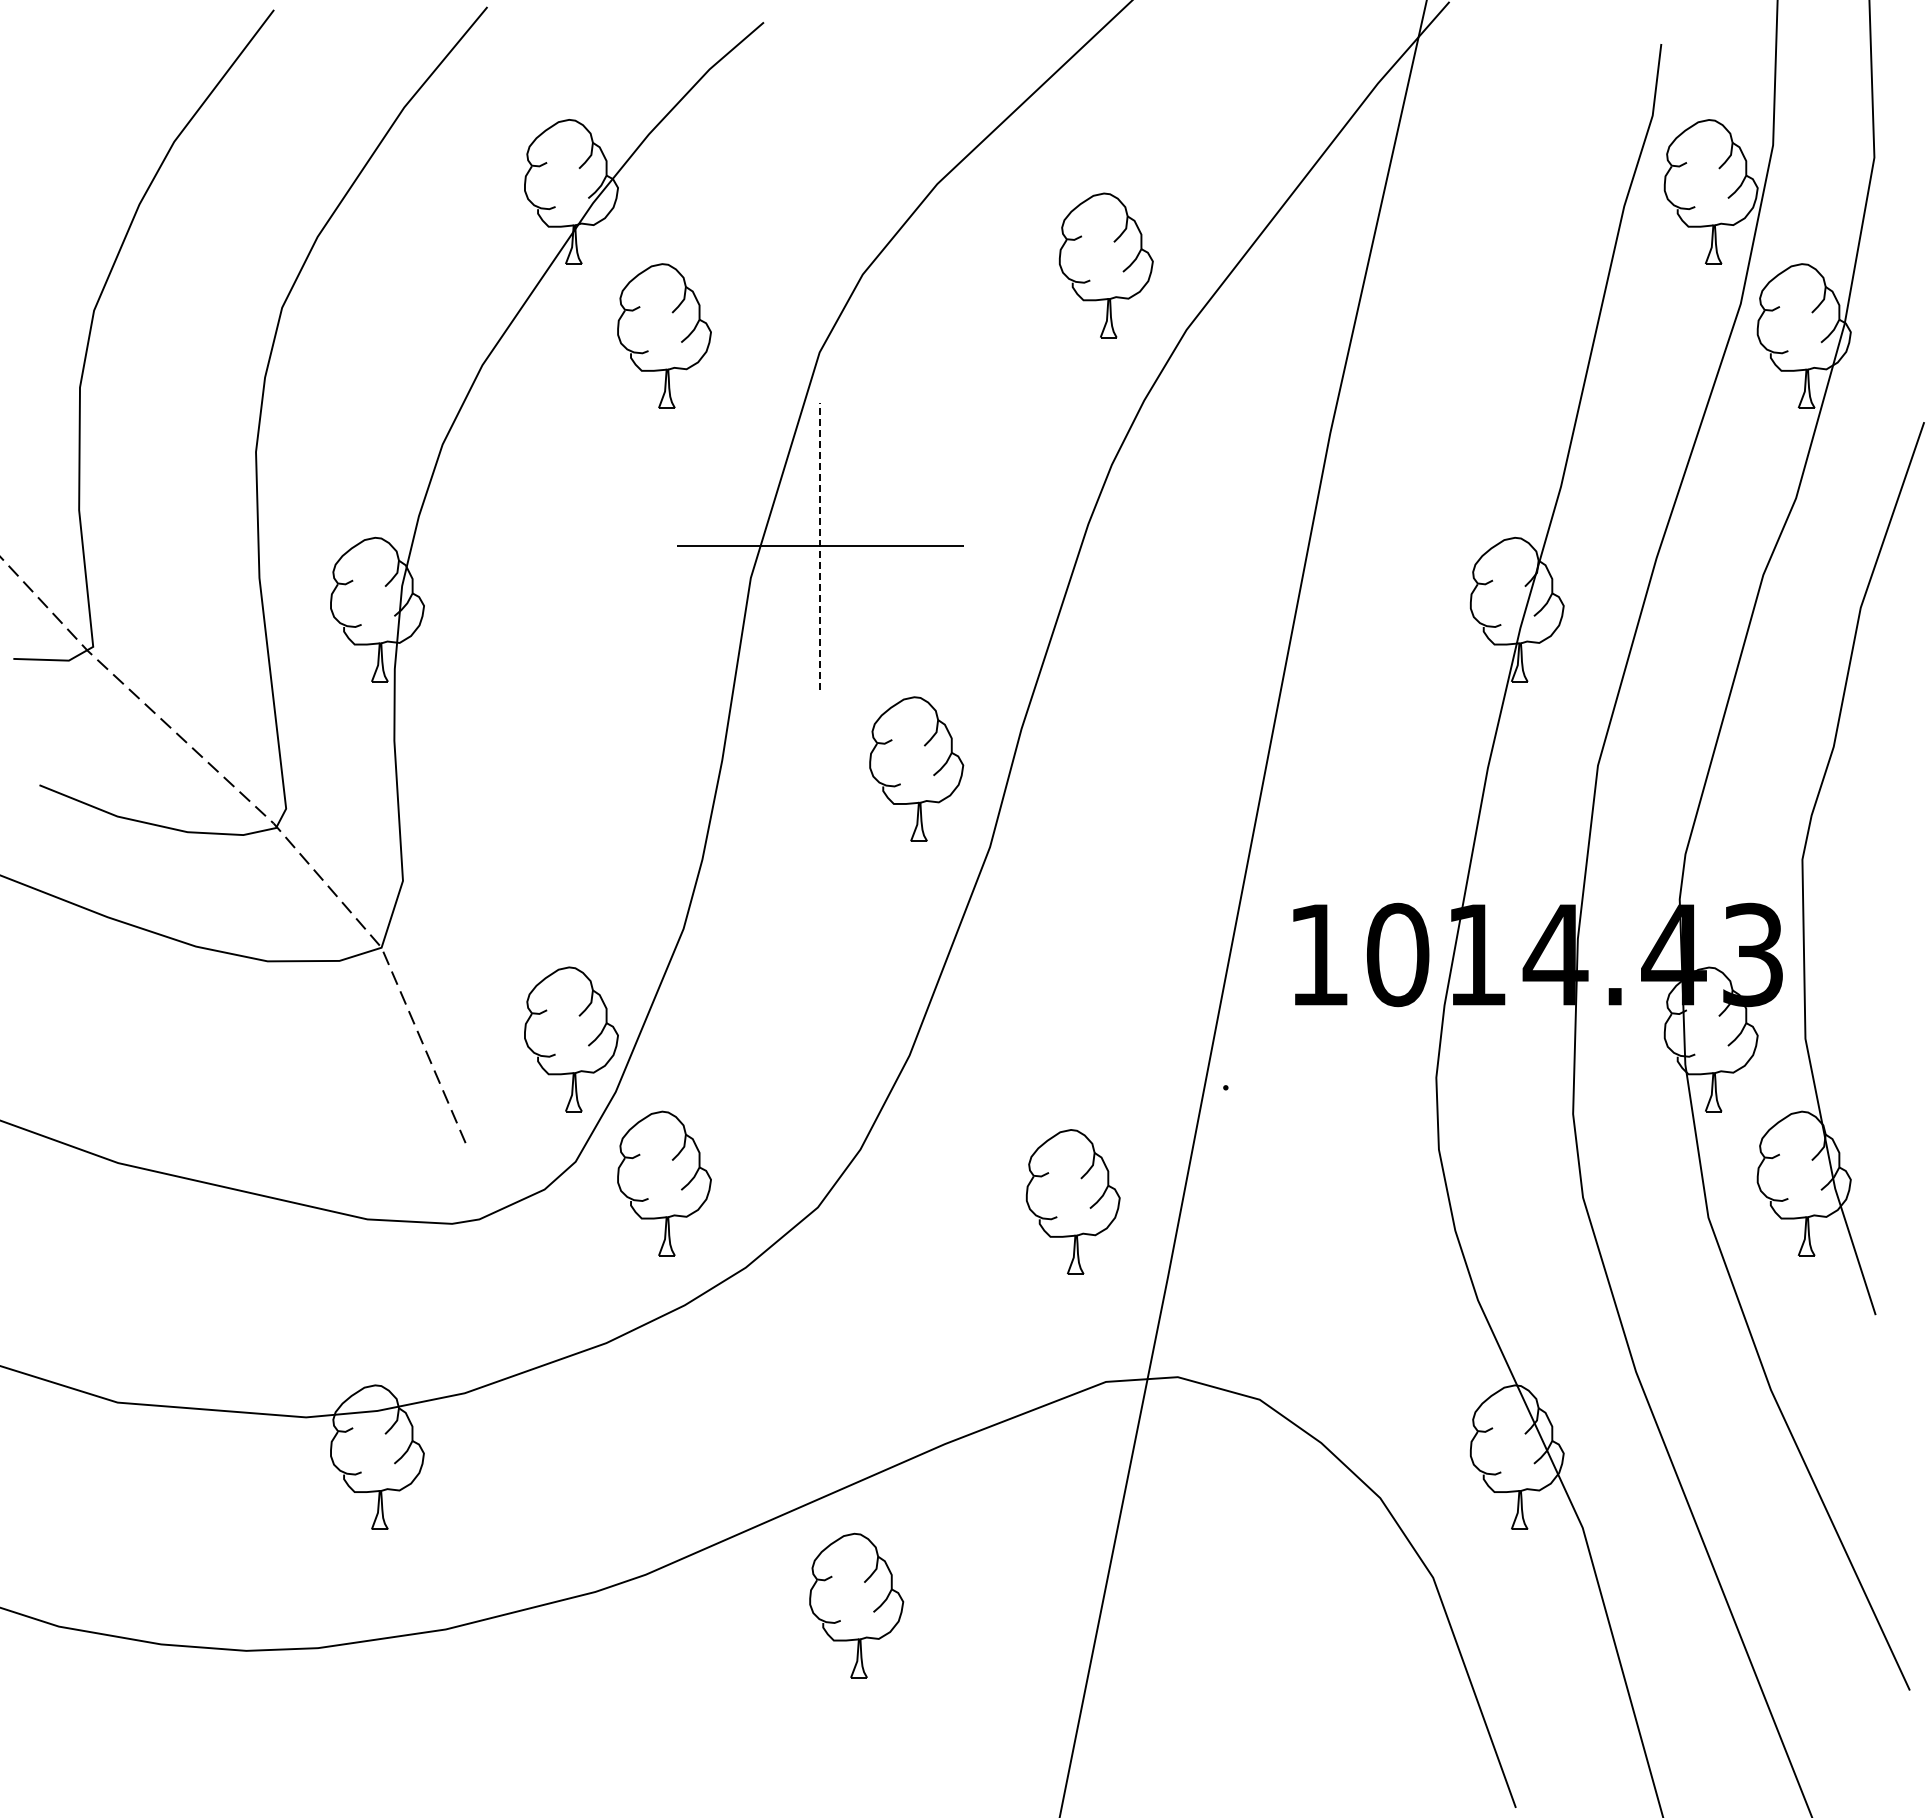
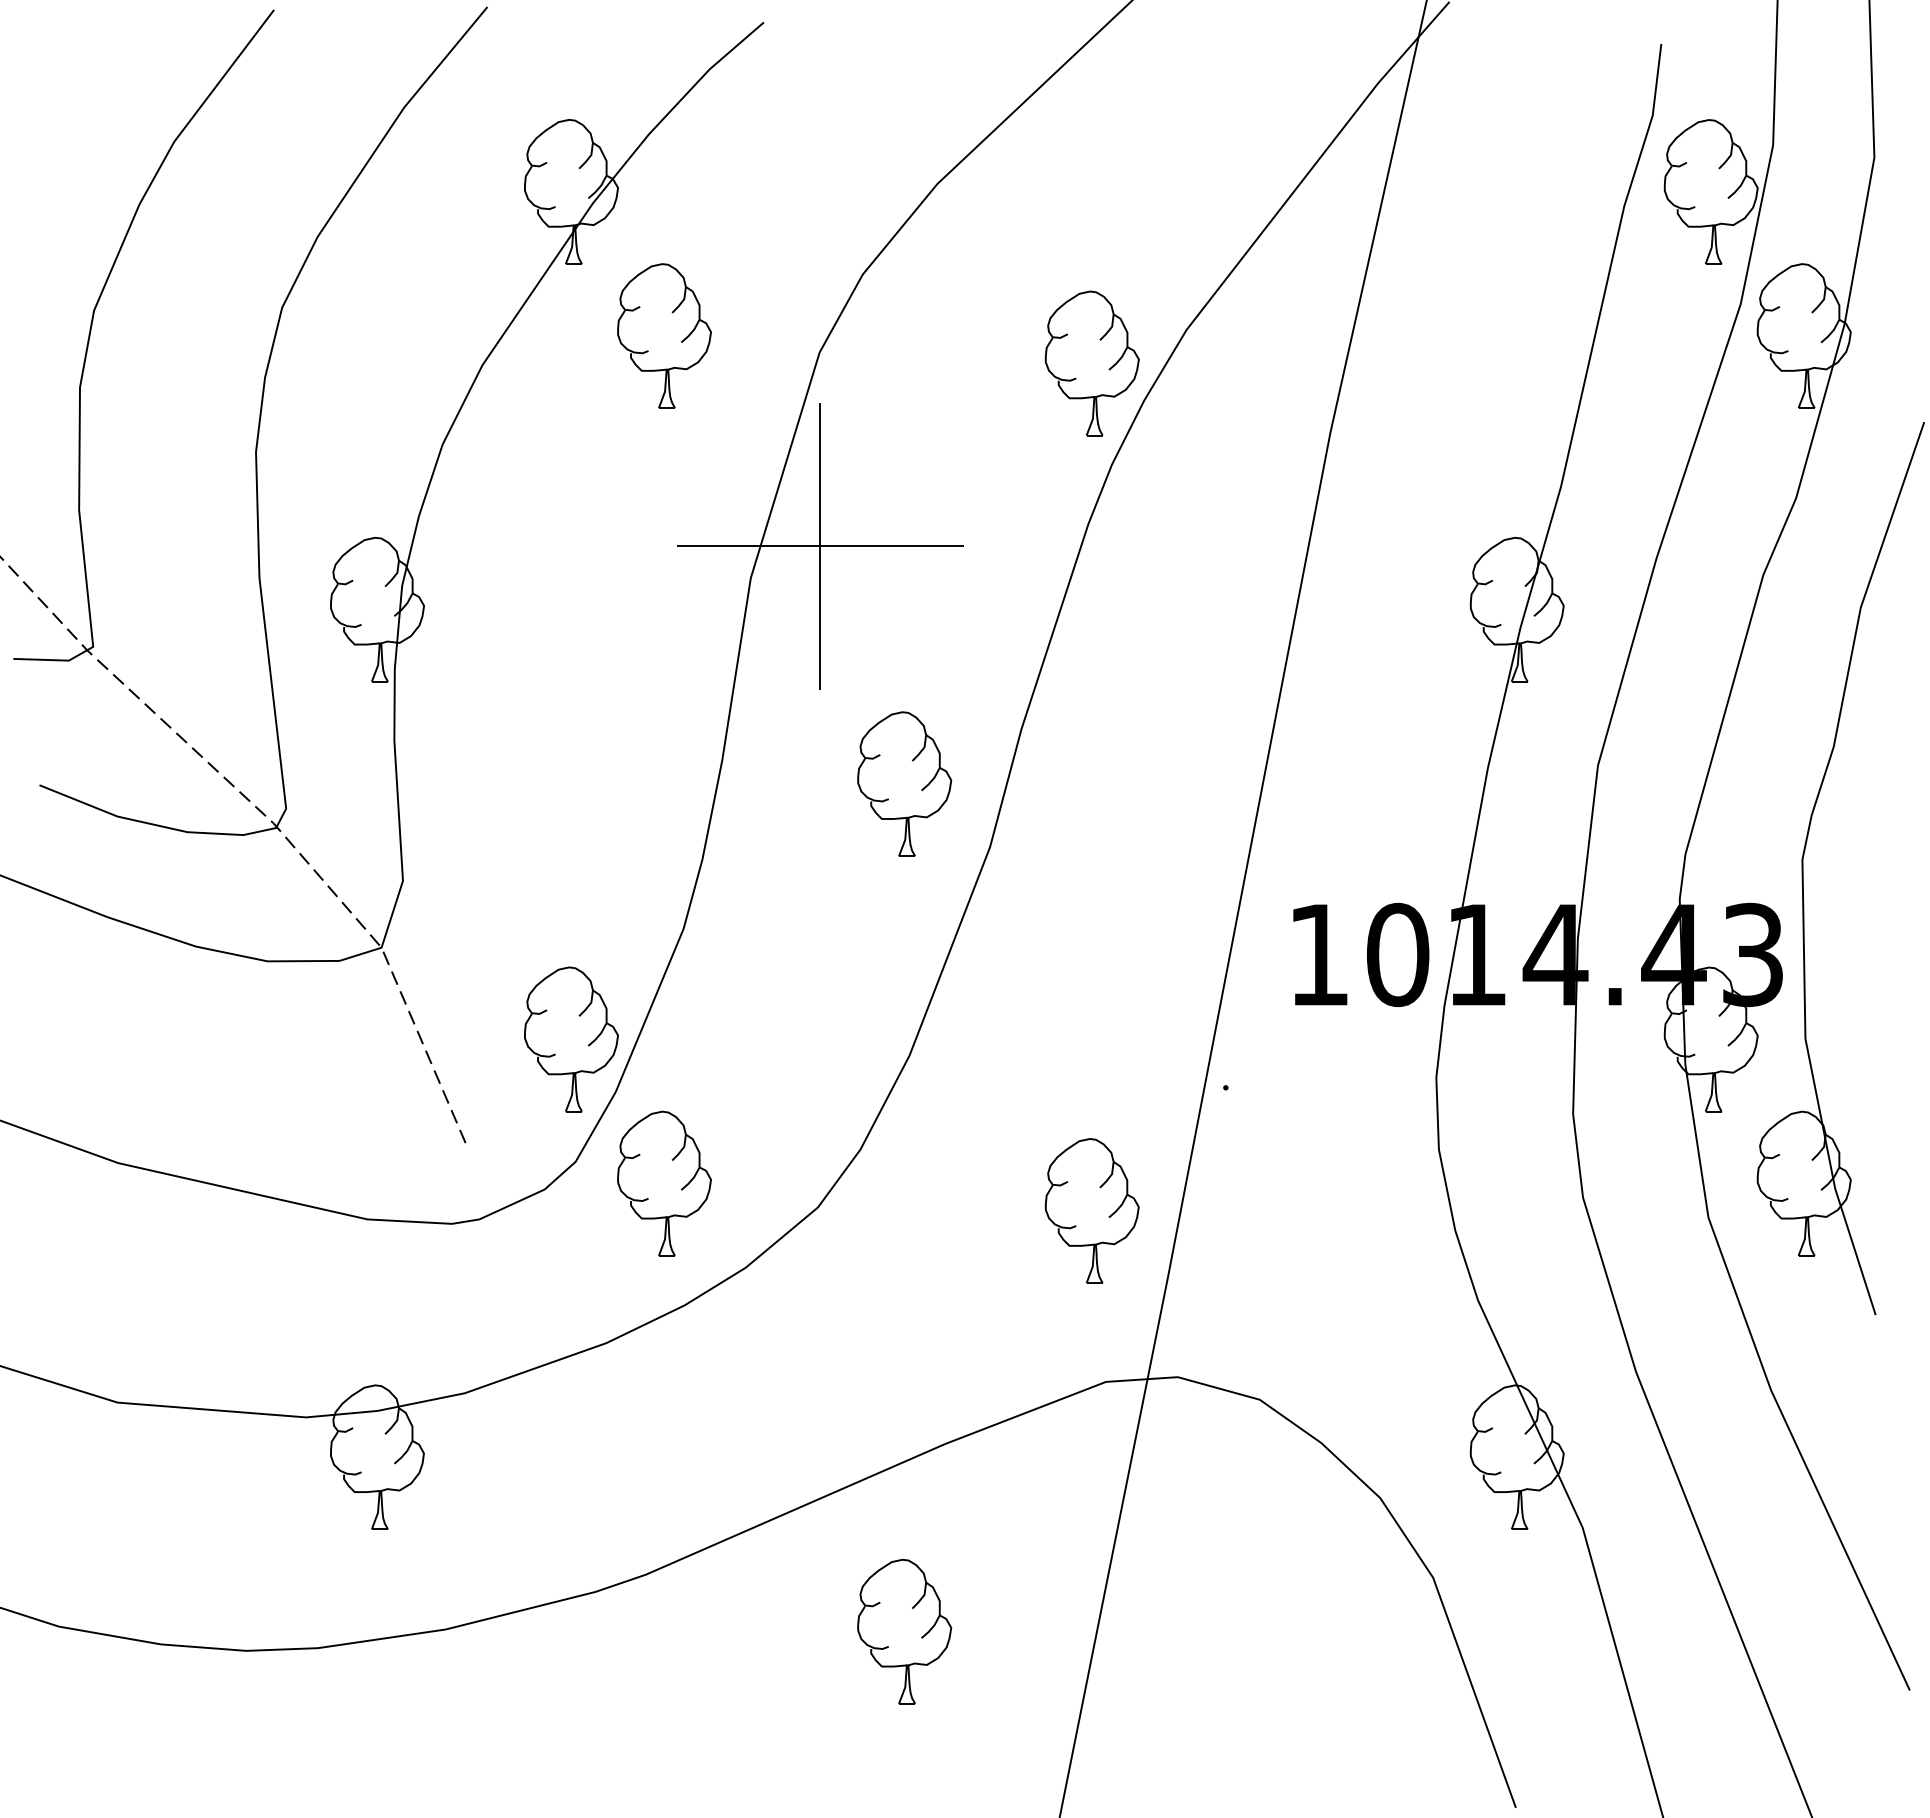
part at (1105, 265) position: (1105, 265) -> (1091, 363)
line at (820, 546): dashed -> solid
part at (916, 768) position: (916, 768) -> (904, 783)
part at (1072, 1201) position: (1072, 1201) -> (1091, 1210)
part at (856, 1605) position: (856, 1605) -> (904, 1631)
